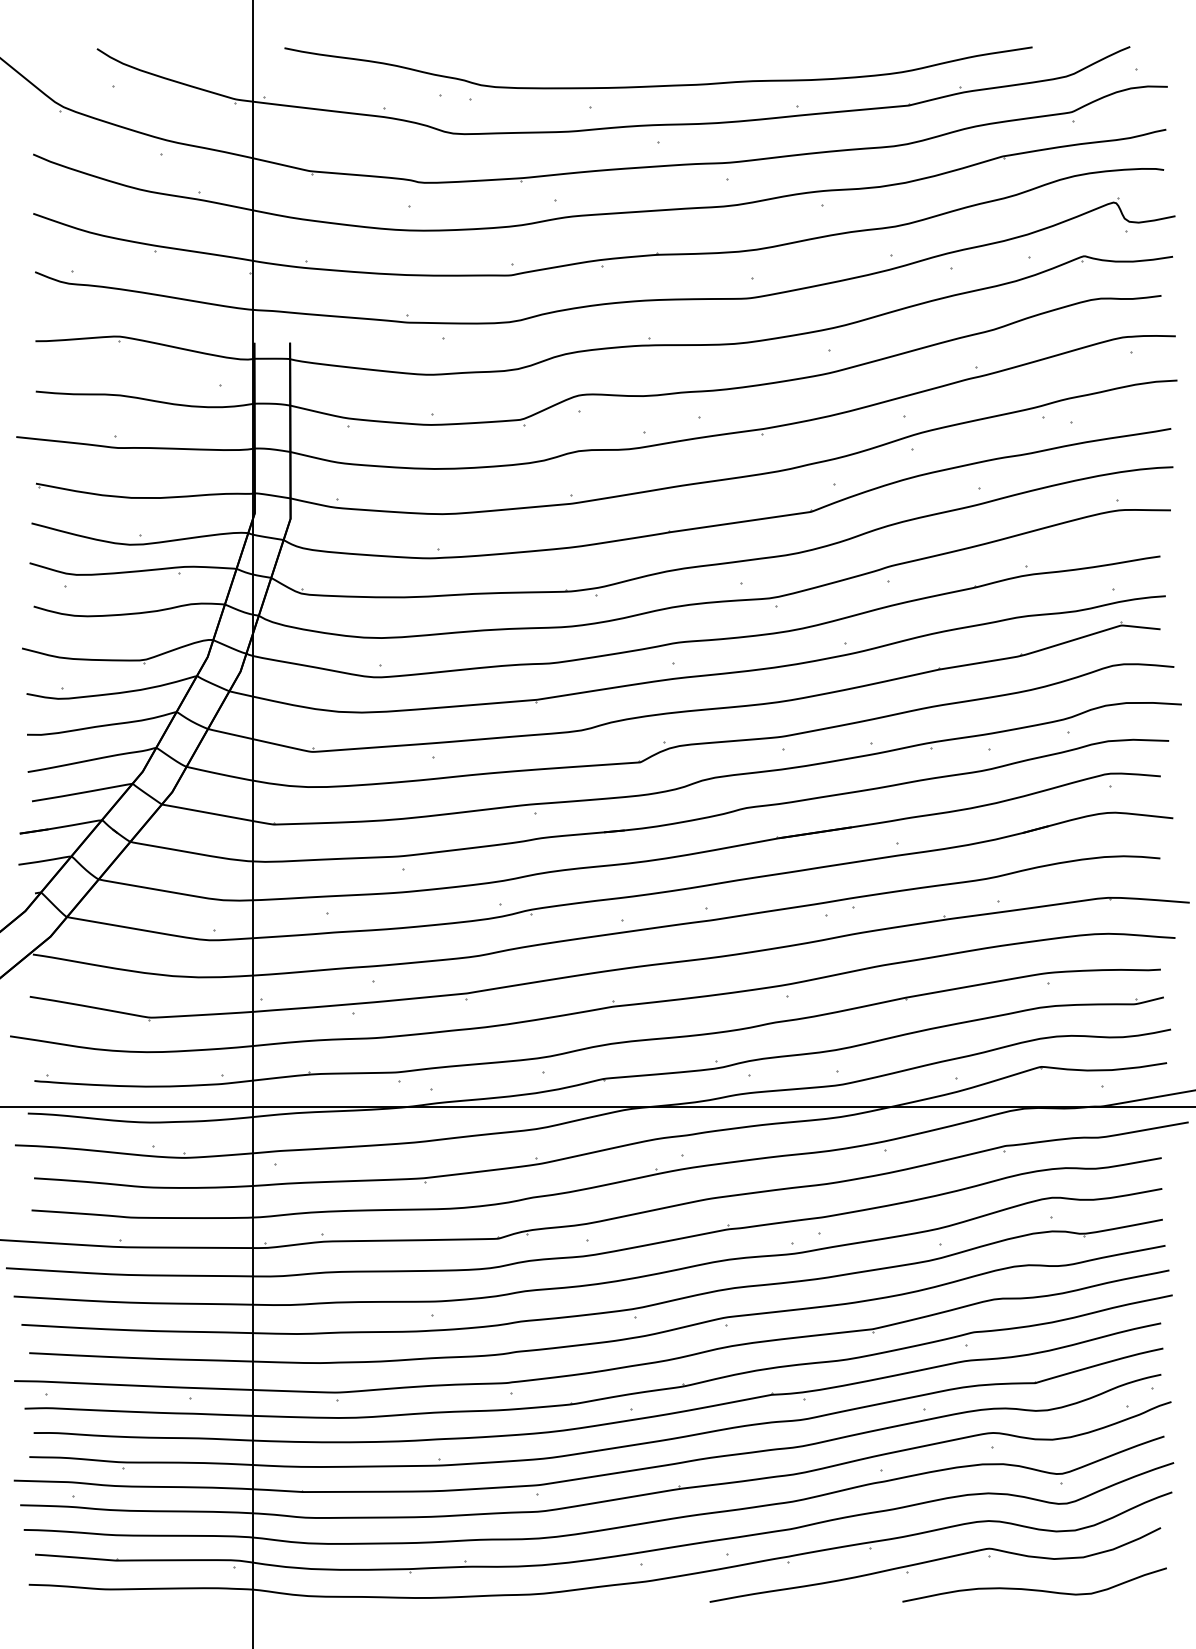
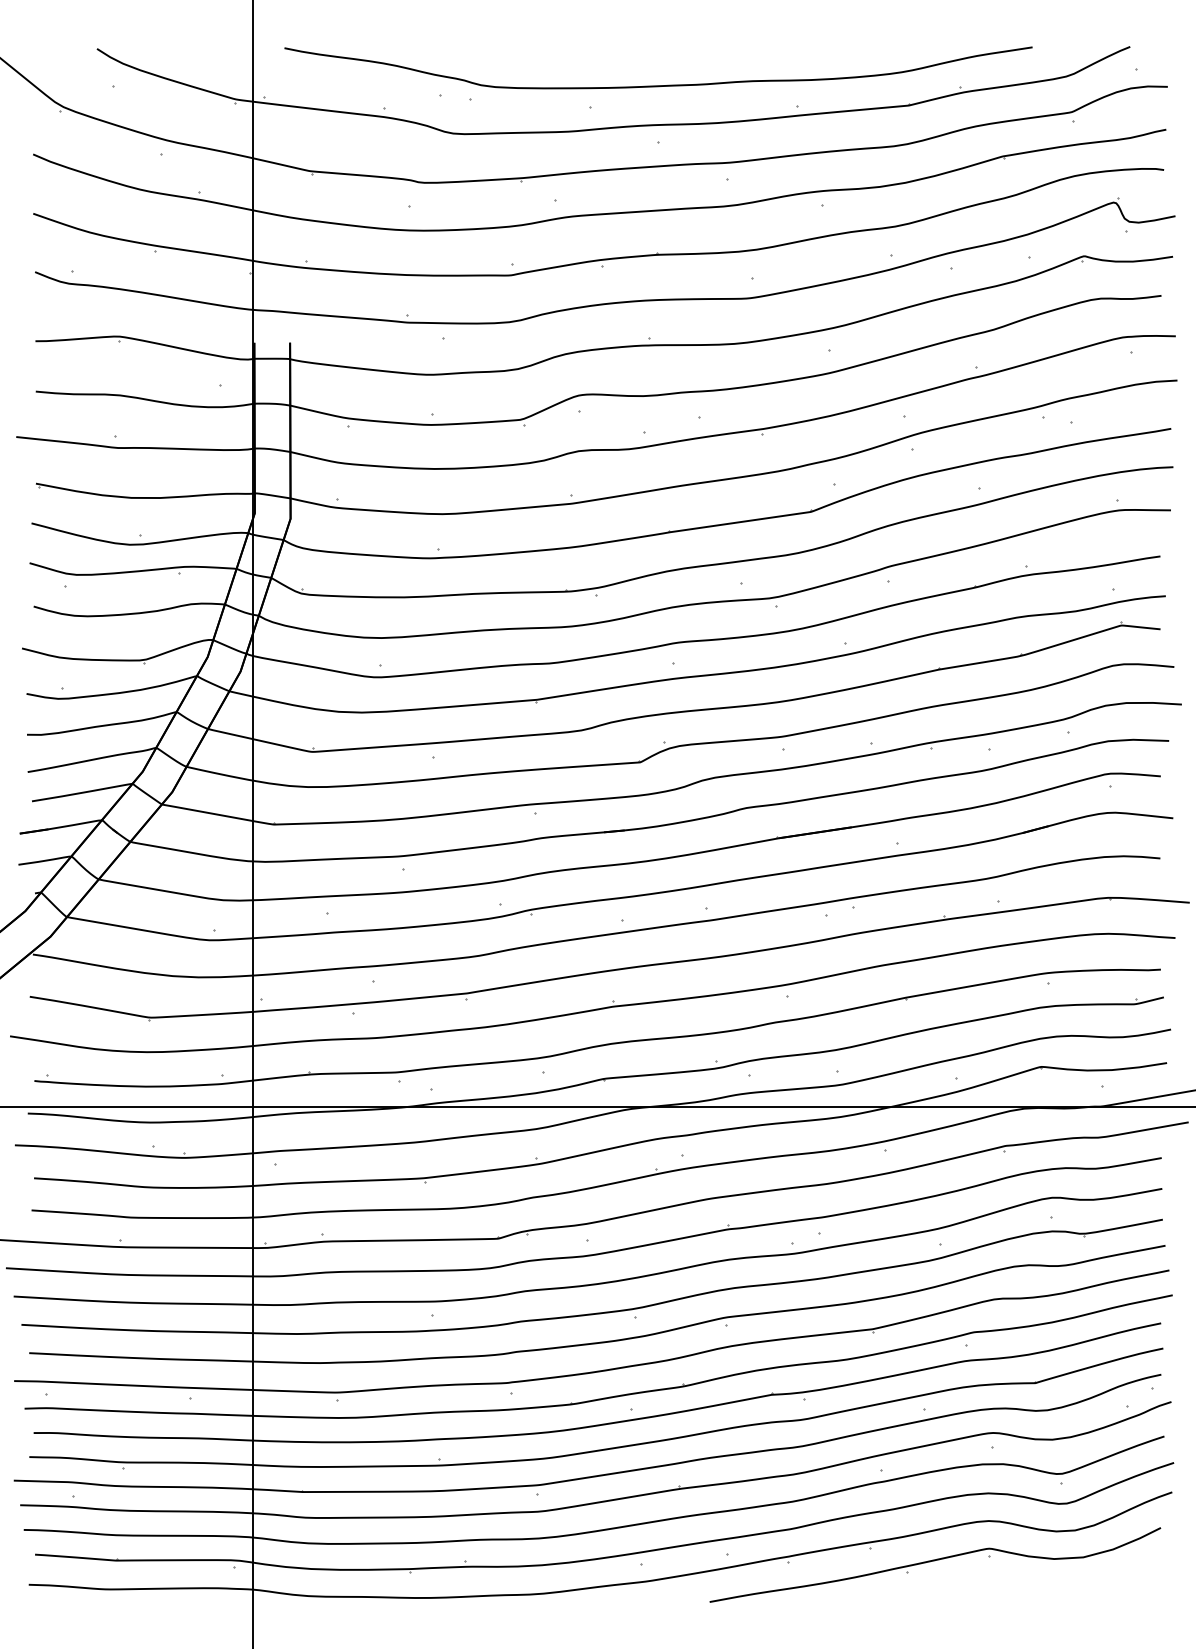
curve at (1034, 1589): present -> none
